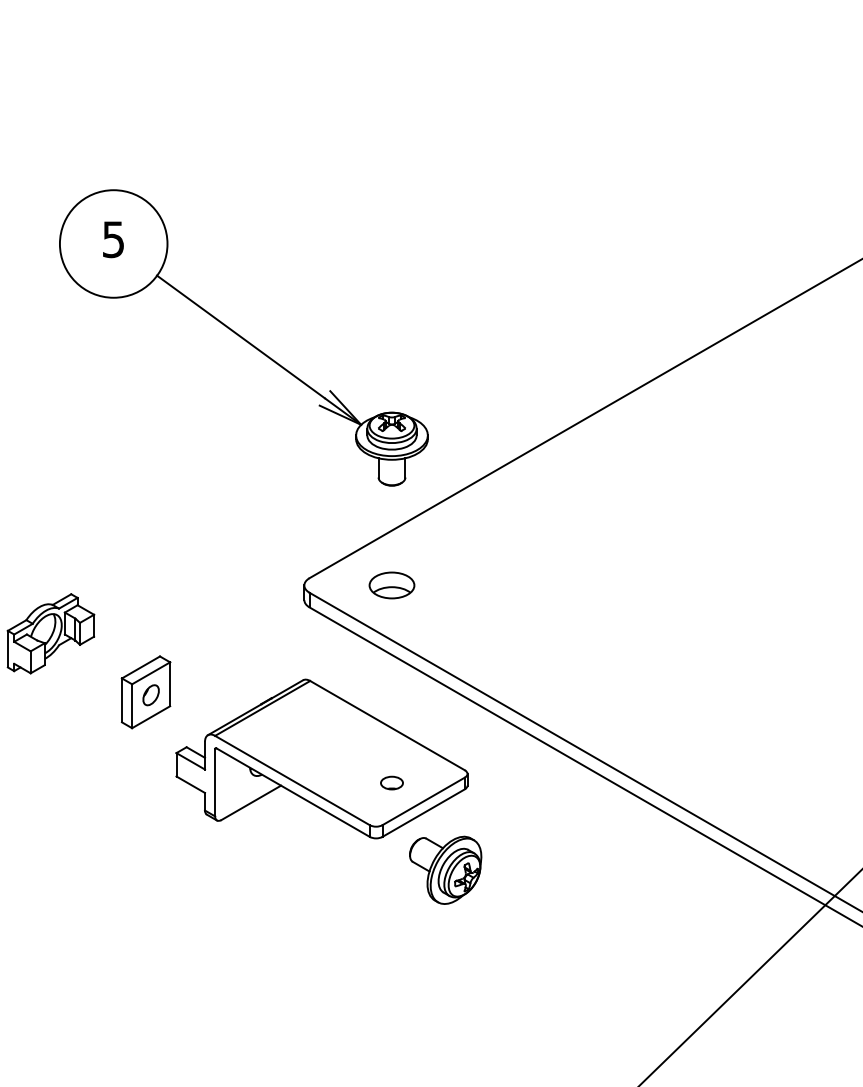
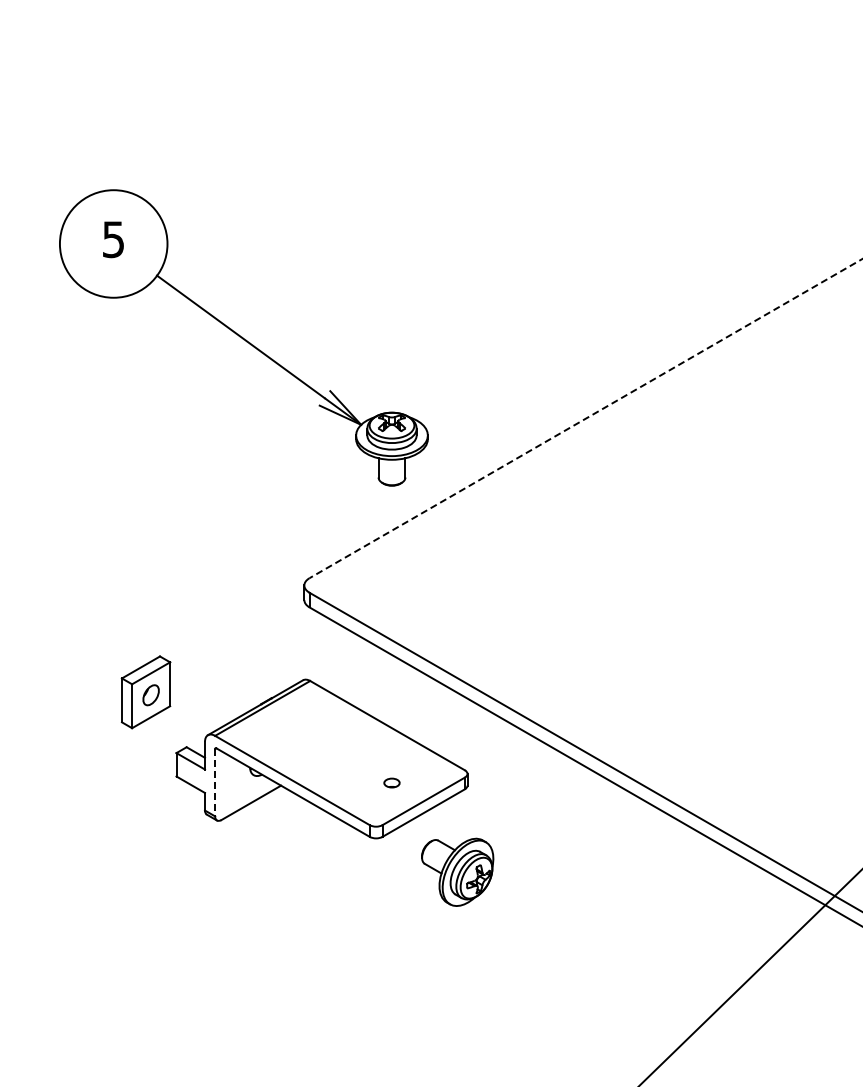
line at (585, 418): solid -> dashed
part at (391, 585): present -> none
part at (50, 633): present -> none
line at (215, 782): solid -> dashed
part at (391, 782) size: 24x16 px -> 18x12 px
part at (445, 869) position: (445, 869) -> (457, 871)
